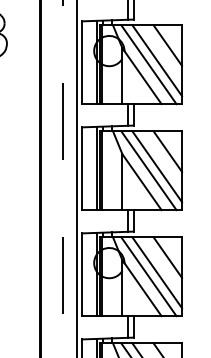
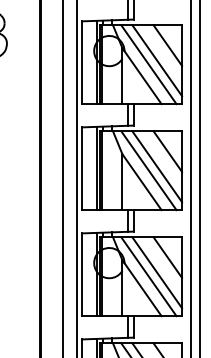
line at (62, 178): dashed -> solid
line at (191, 178): none -> present
line at (200, 178): none -> present
